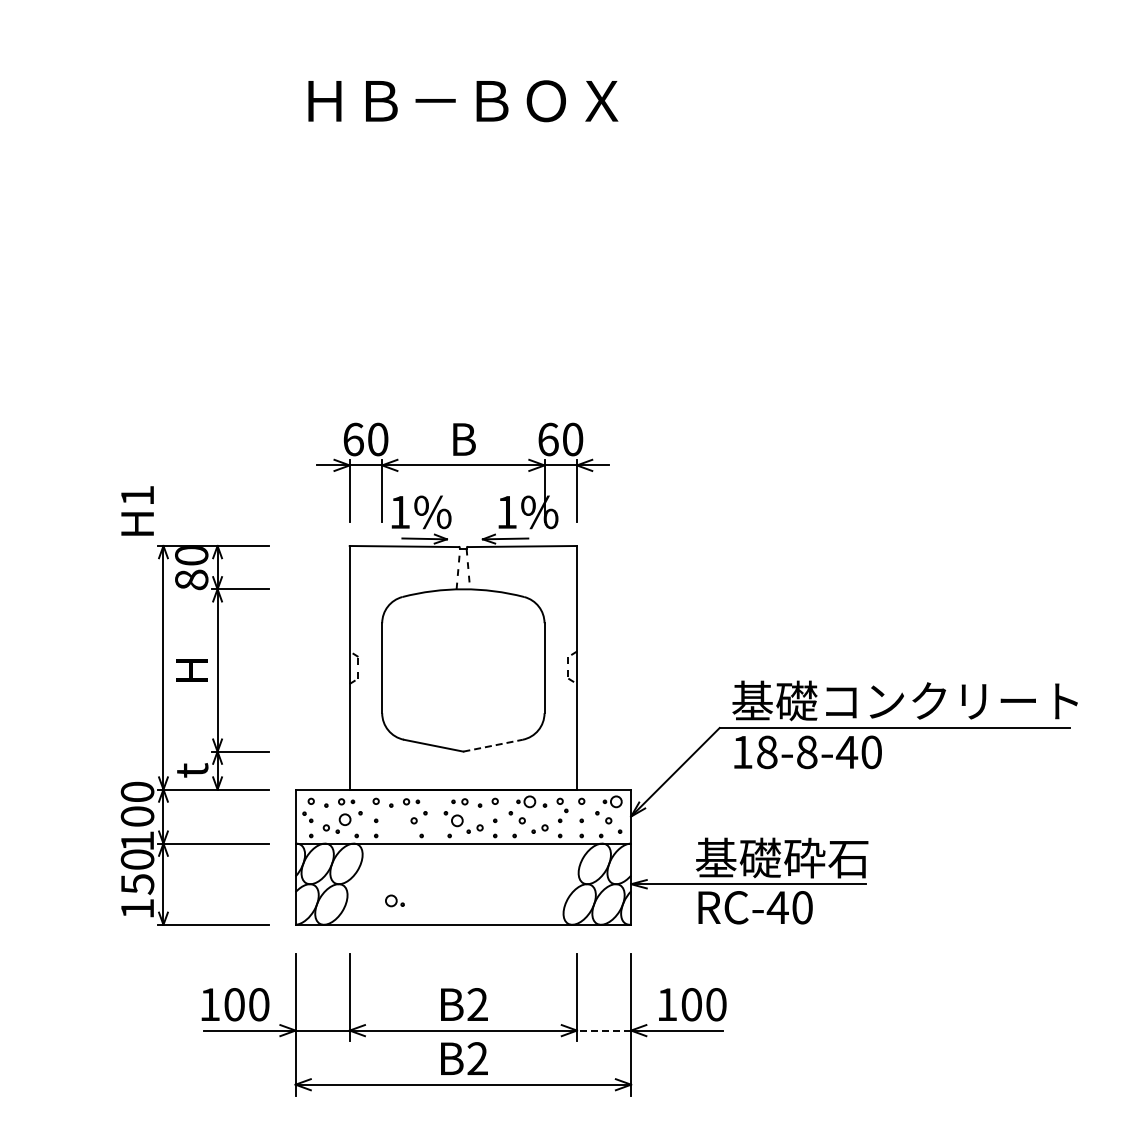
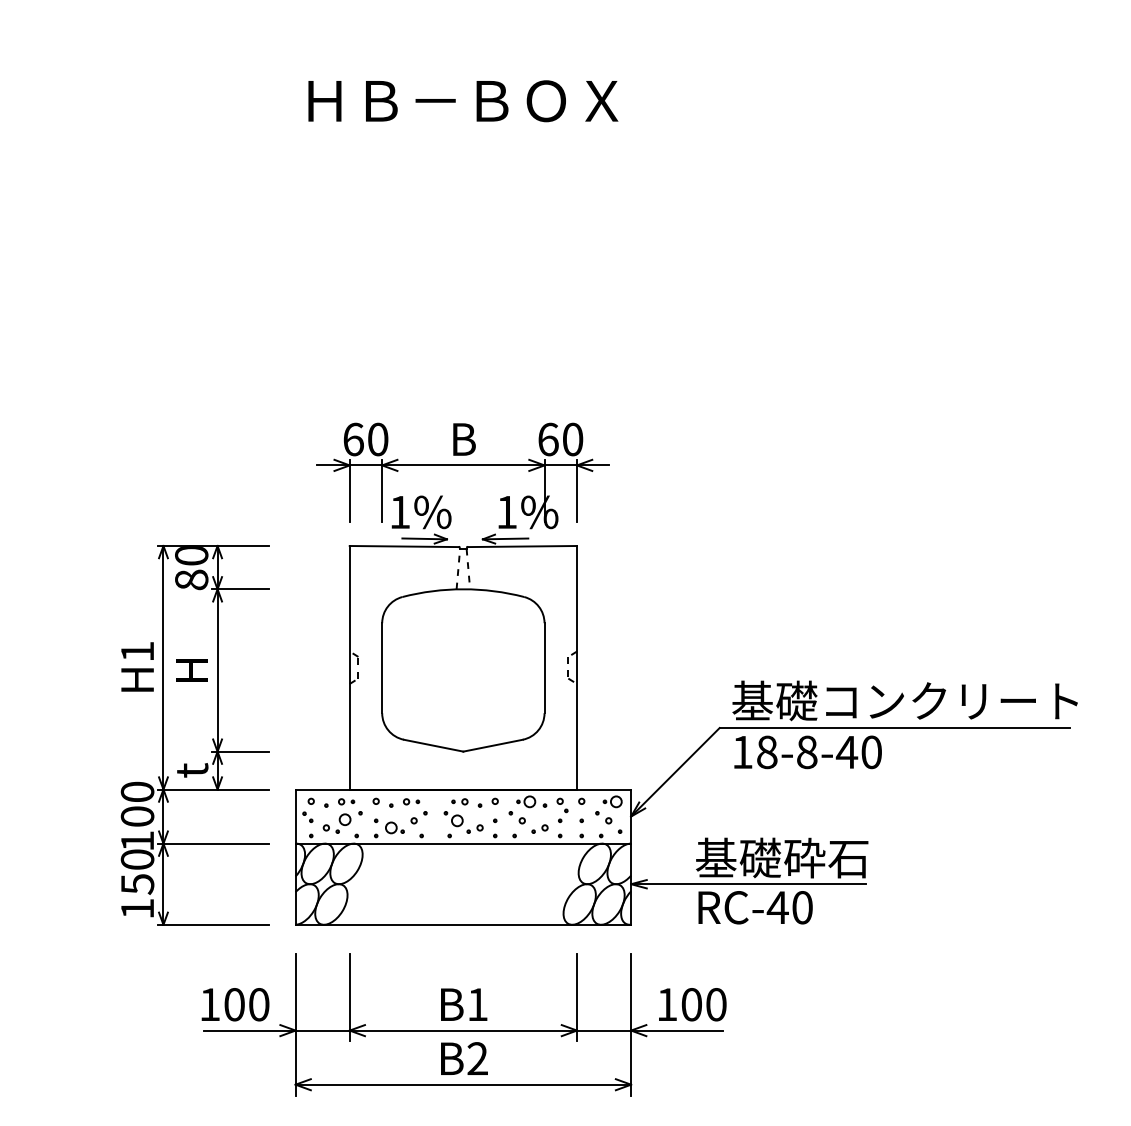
text at (137, 510) position: (137, 510) -> (137, 666)
line at (493, 745): dashed -> solid
part at (394, 900) position: (394, 900) -> (394, 827)
text at (477, 1004): B2 -> B1
line at (603, 1030): dashed -> solid
